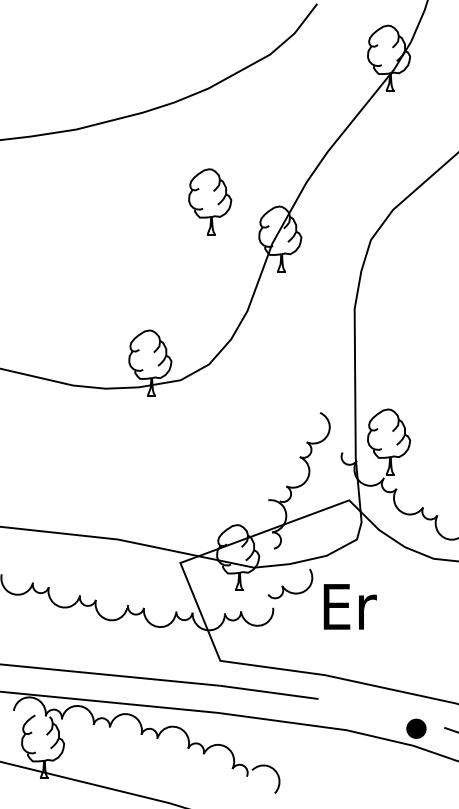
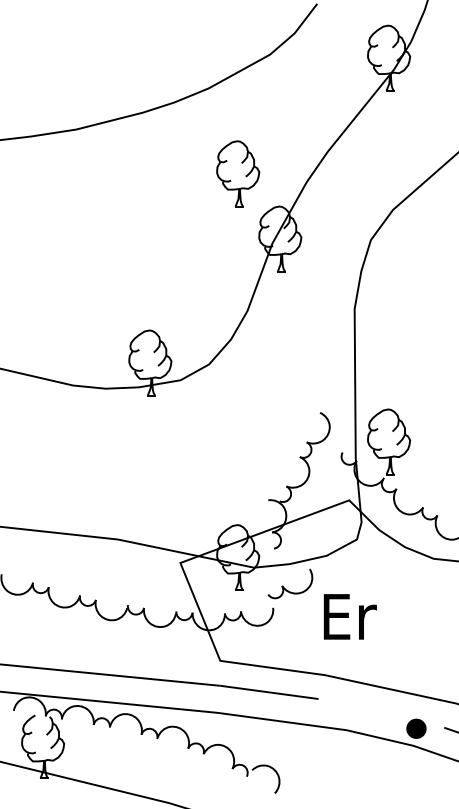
part at (210, 201) position: (210, 201) -> (238, 173)
text at (349, 606) position: (349, 606) -> (349, 616)
